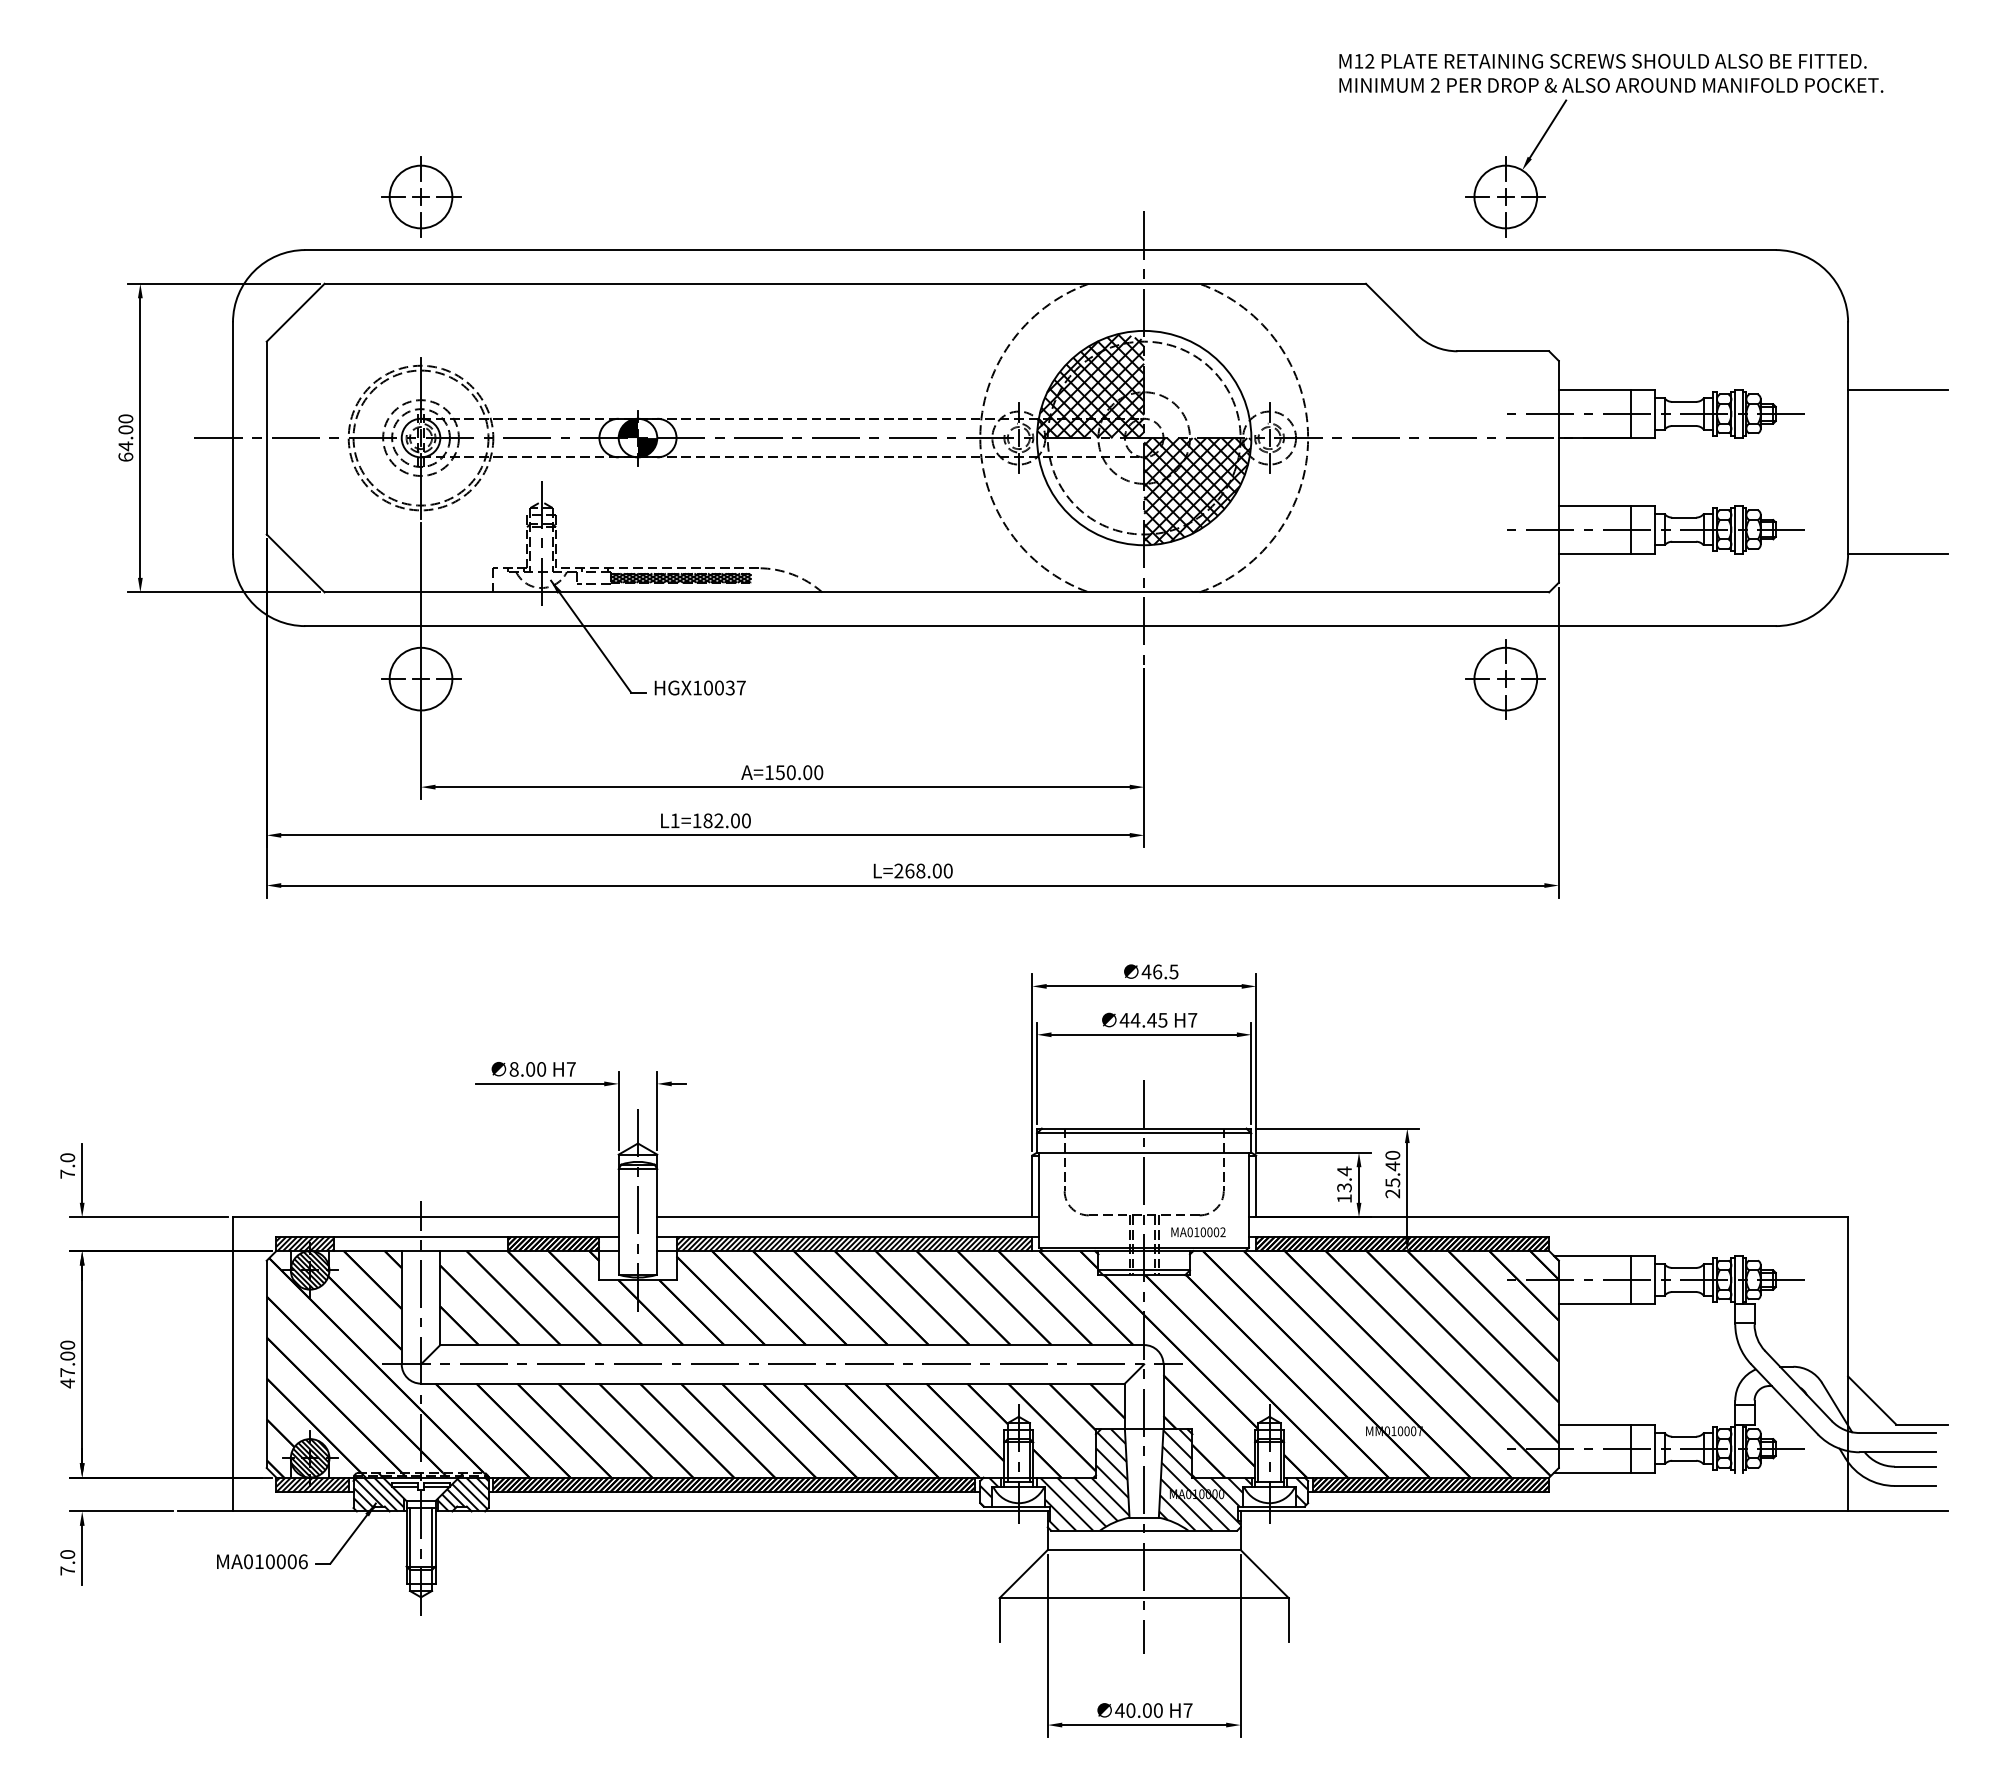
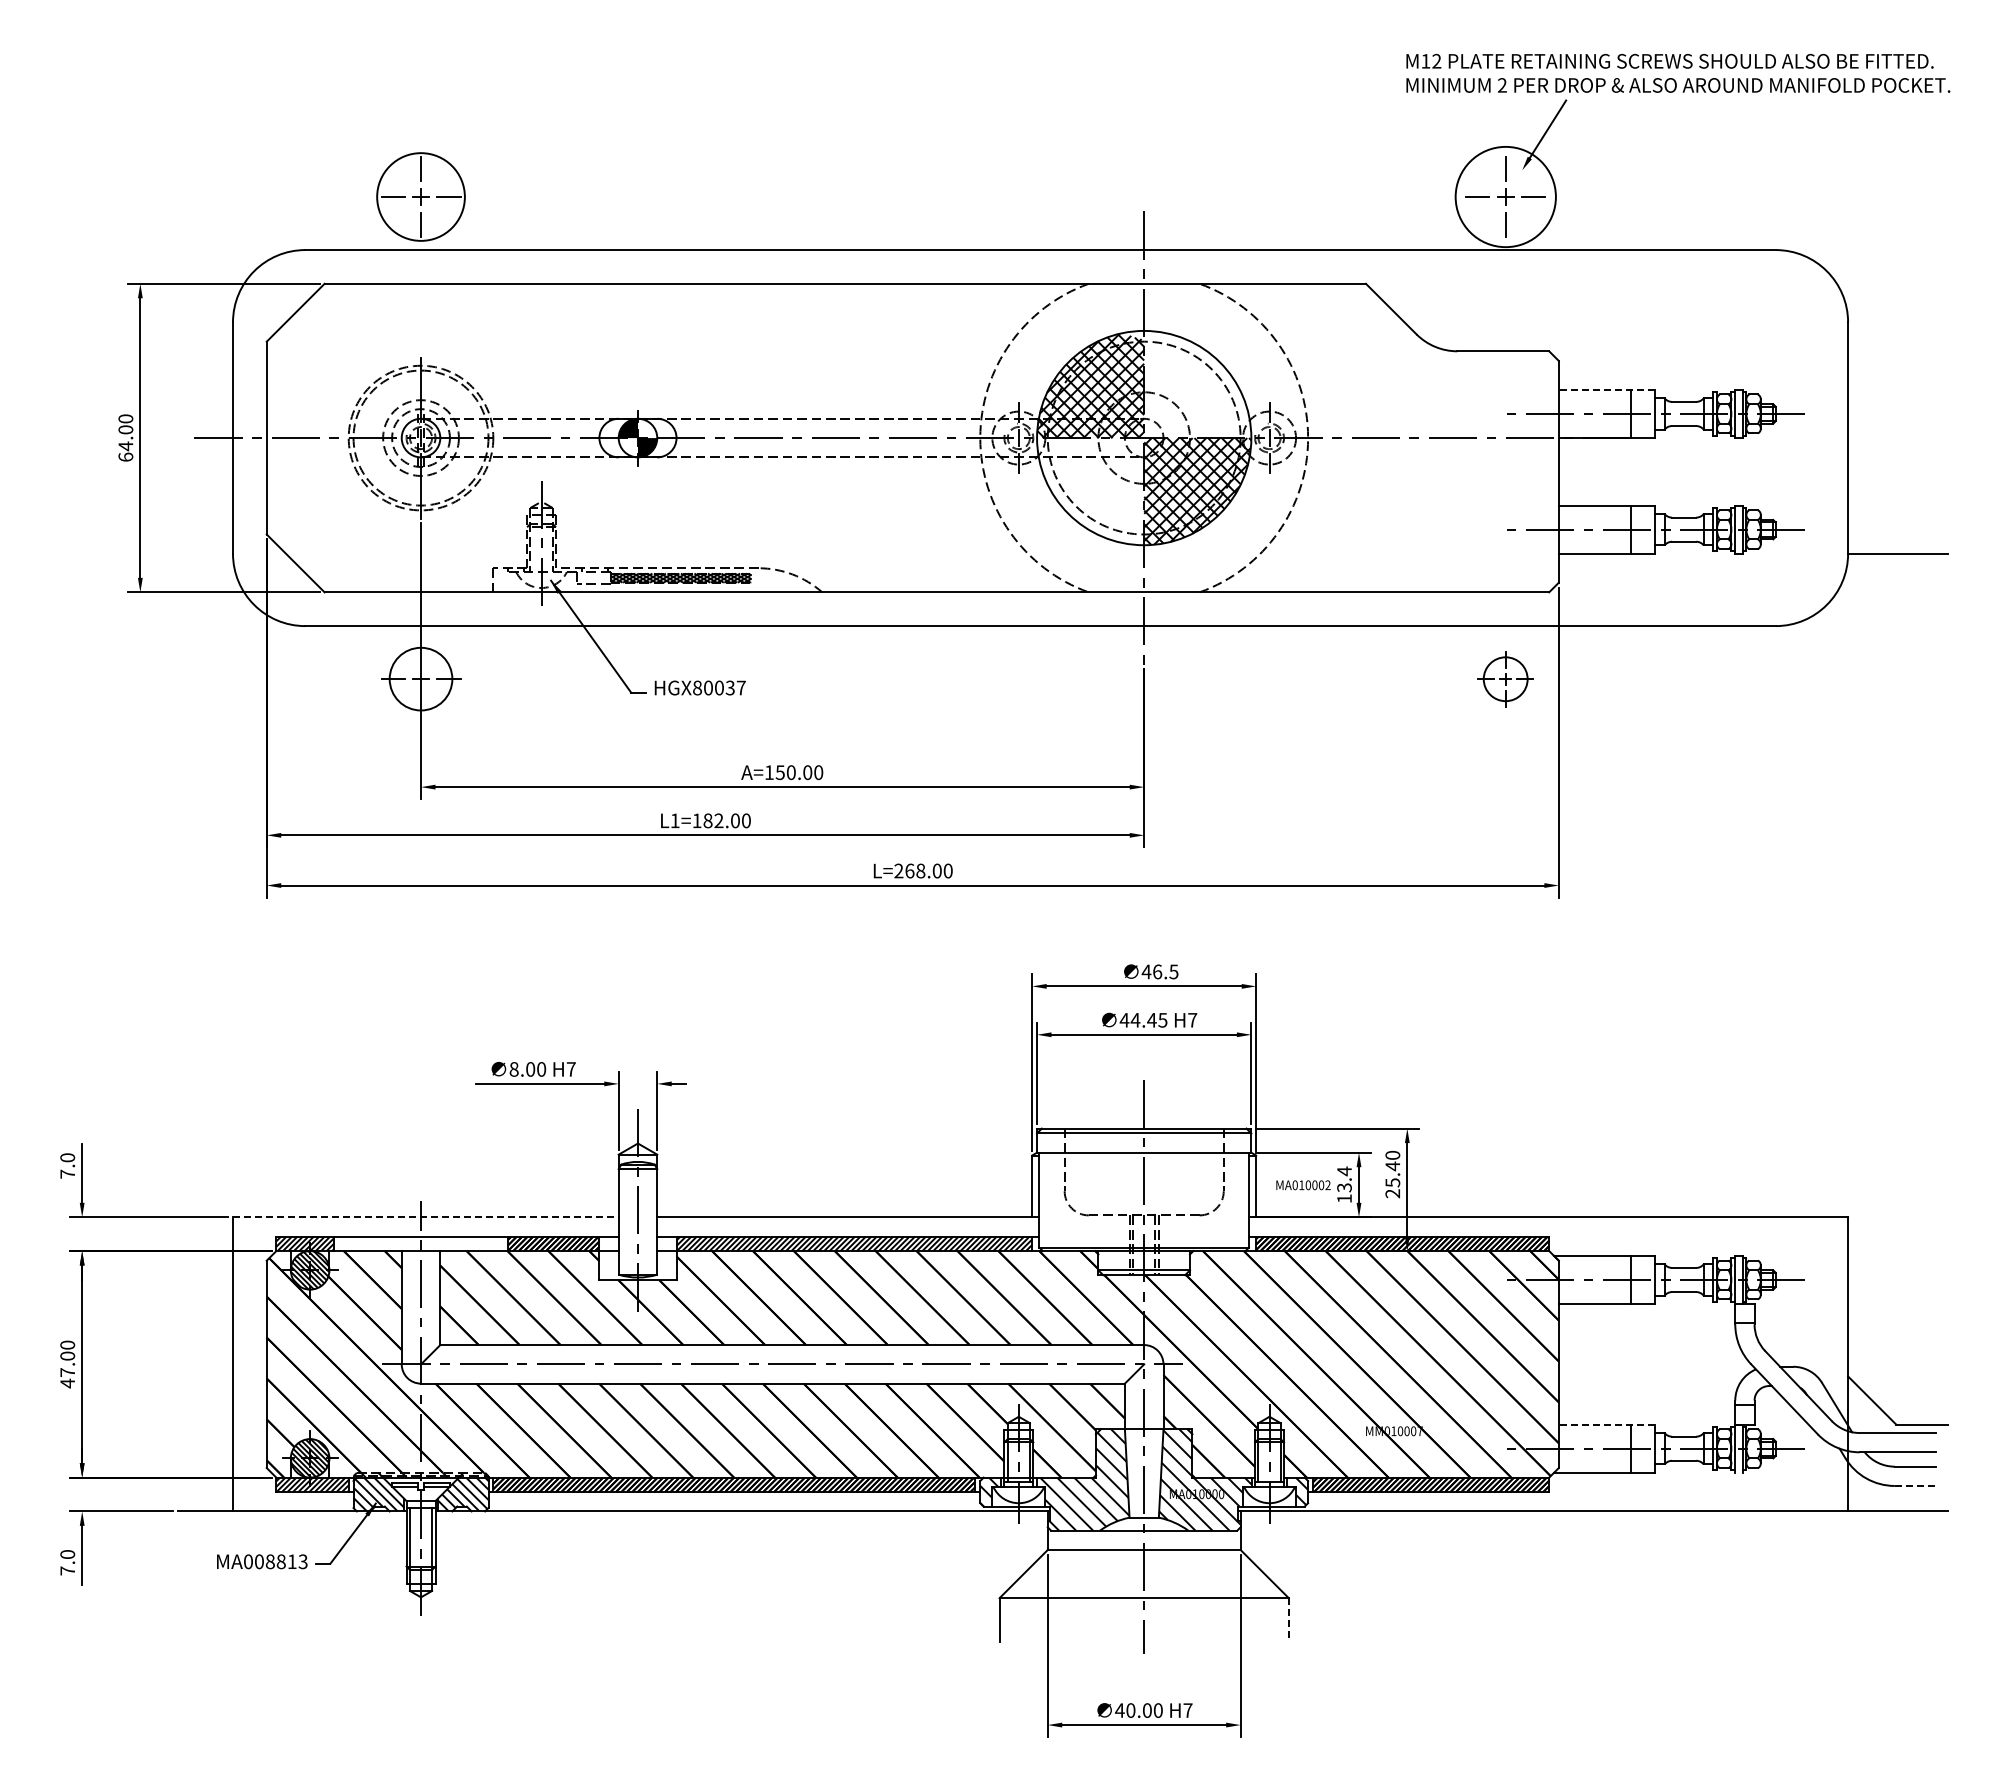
text at (1611, 73) position: (1611, 73) -> (1678, 73)
circle at (420, 196) diameter: 63 px -> 88 px
circle at (1505, 196) diameter: 63 px -> 100 px
line at (1606, 389): solid -> dashed
line at (1897, 389): present -> none
part at (1505, 679) size: 81x81 px -> 57x57 px
text at (697, 687): HGX10037 -> HGX80037
line at (425, 1217): solid -> dashed
text at (1198, 1232) position: (1198, 1232) -> (1303, 1185)
line at (1606, 1424): solid -> dashed
line at (1915, 1485): solid -> dashed
text at (281, 1561): MA010006 -> MA008813
line at (1288, 1619): solid -> dashed
